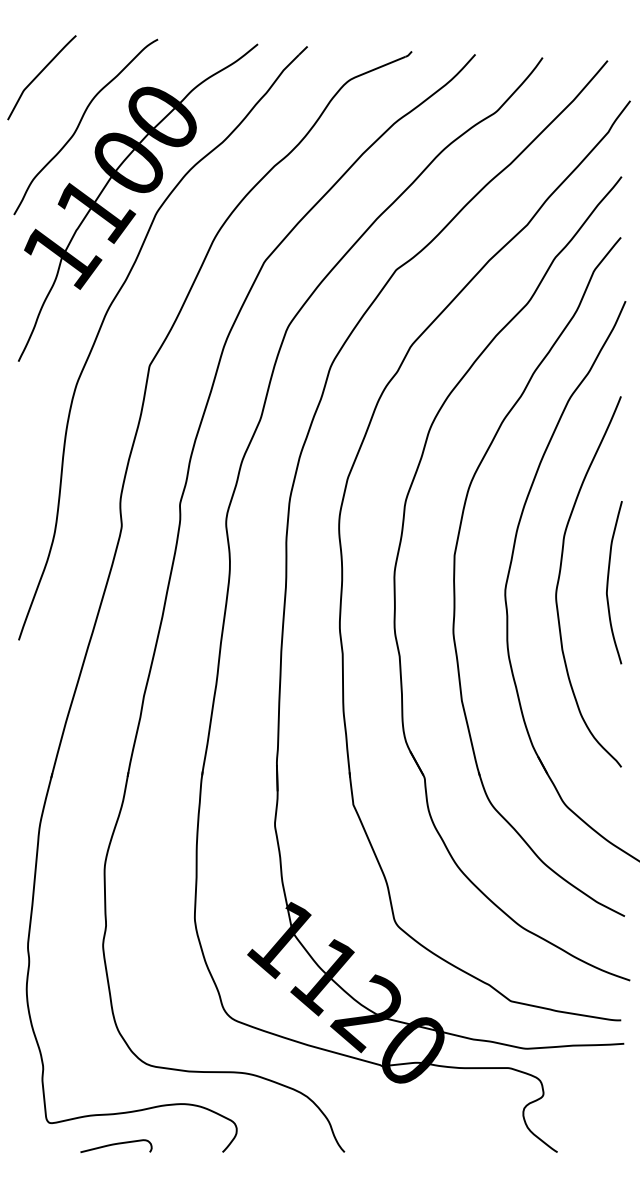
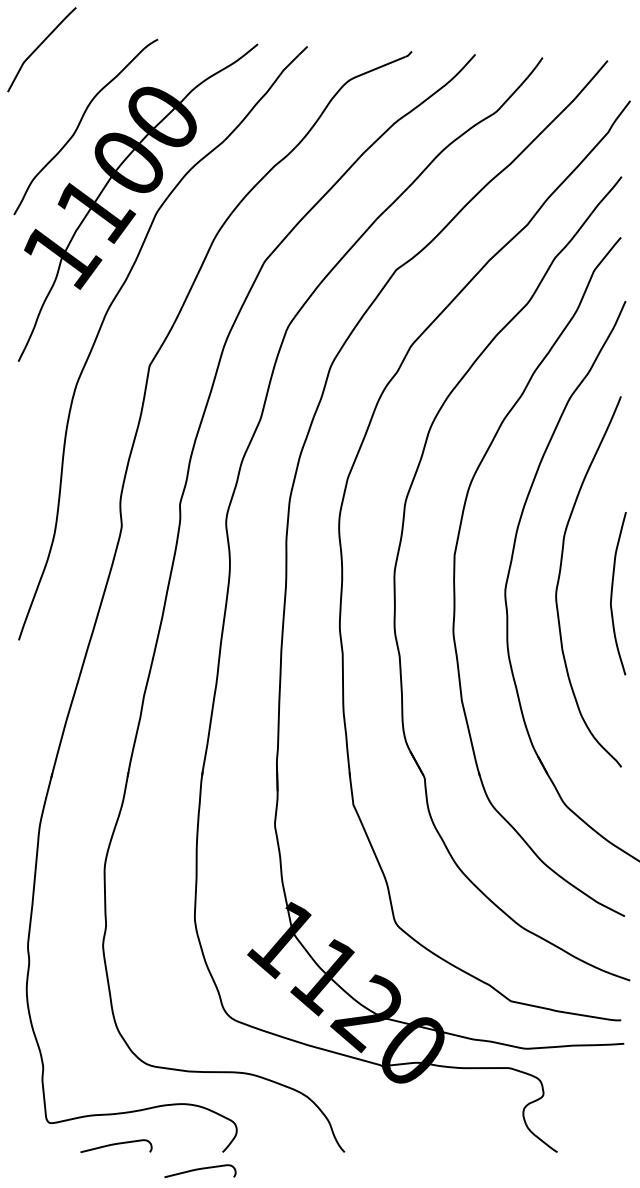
curve at (39, 75) position: (39, 75) -> (39, 47)
curve at (608, 582) position: (608, 582) -> (612, 593)
curve at (200, 1169): none -> present
